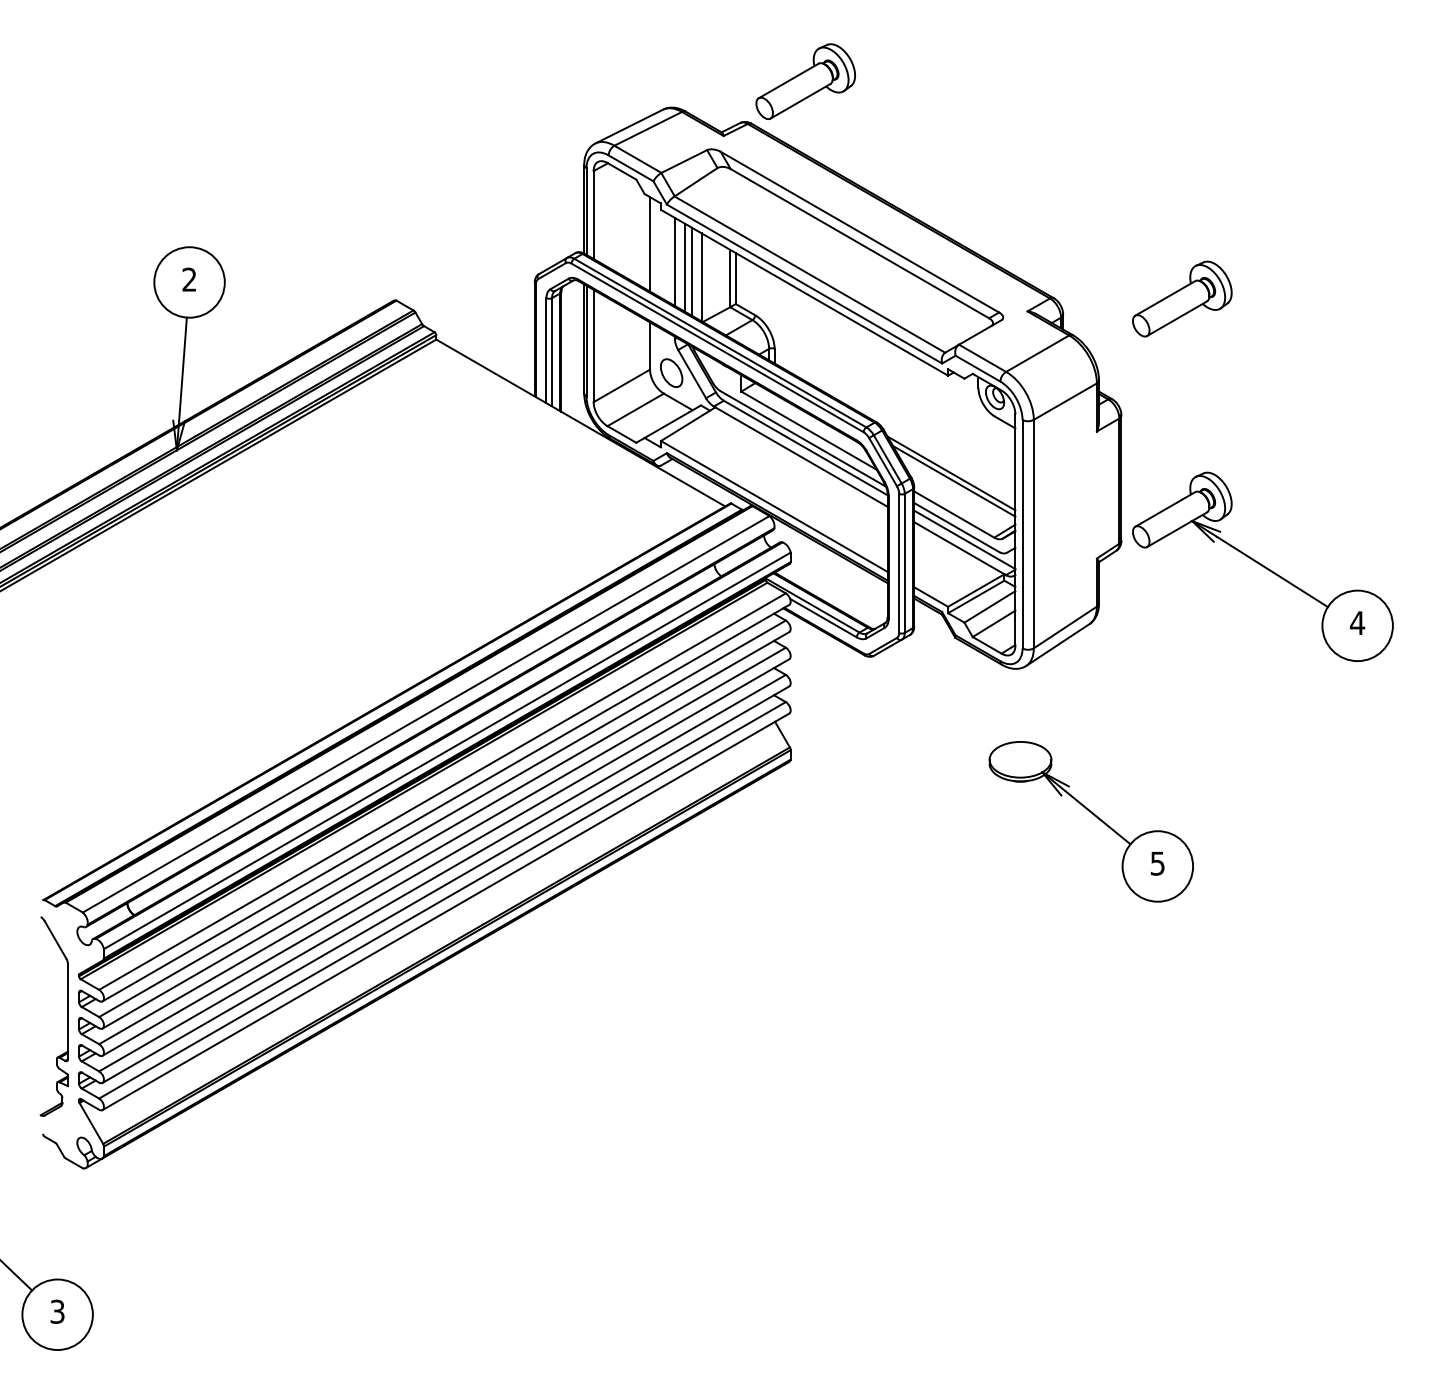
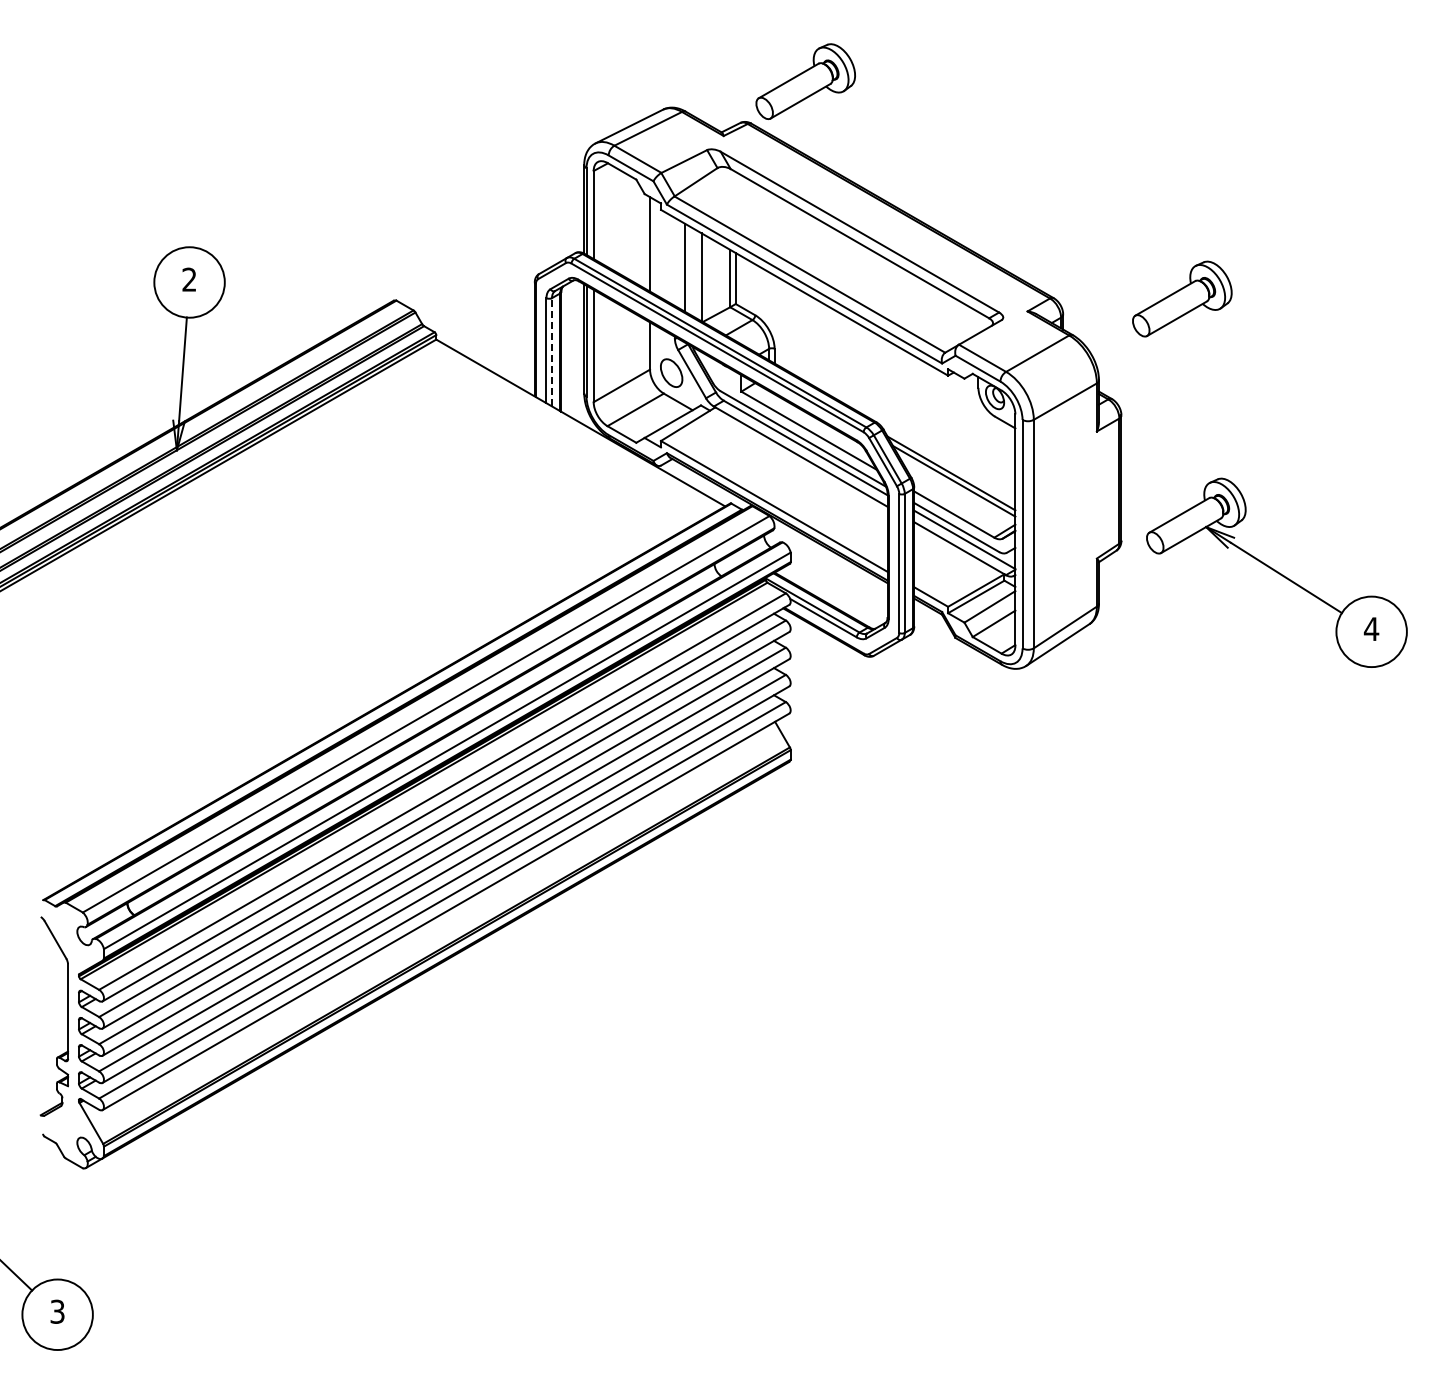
line at (674, 261): present -> none
line at (691, 271): present -> none
line at (552, 351): solid -> dashed
part at (1262, 566) position: (1262, 566) -> (1276, 572)
part at (1094, 816): present -> none
